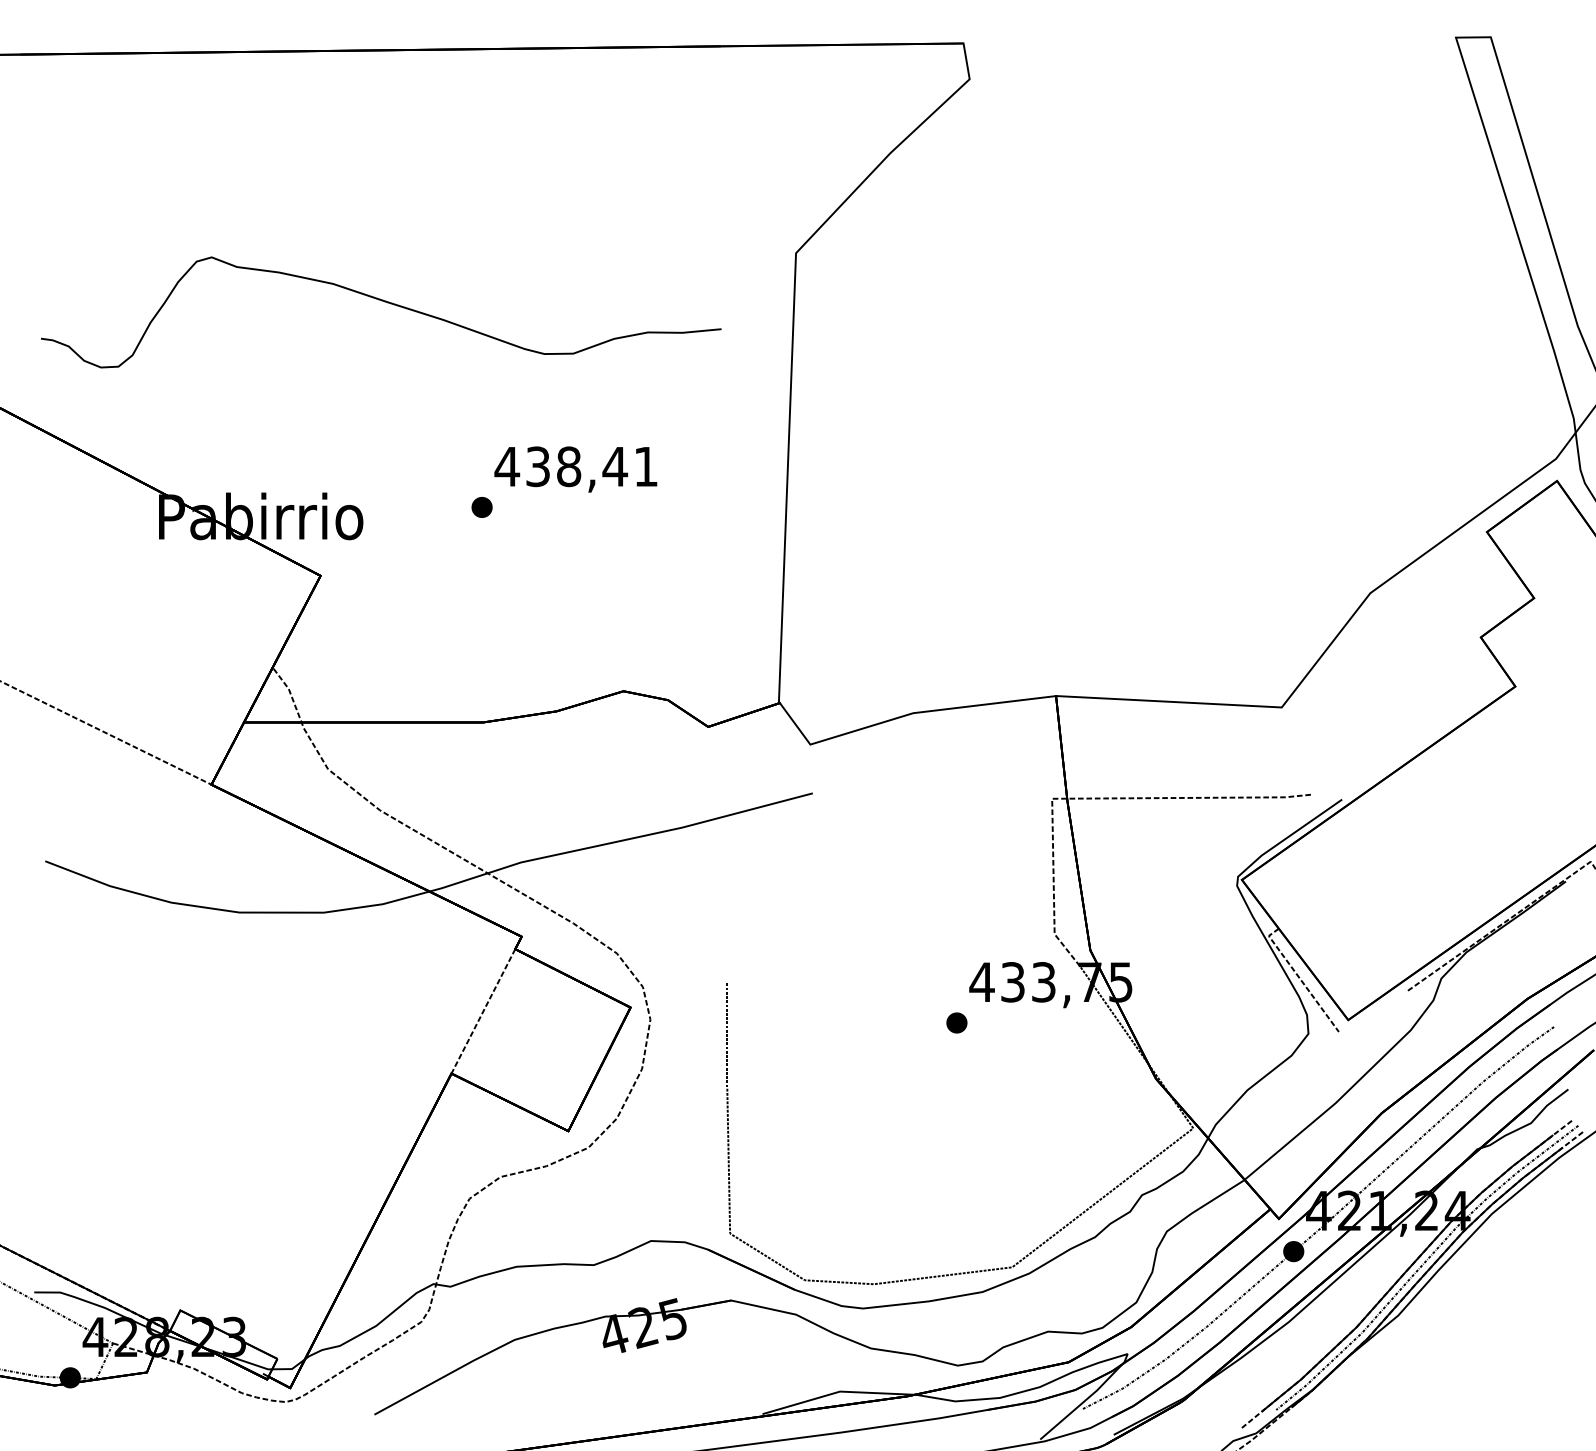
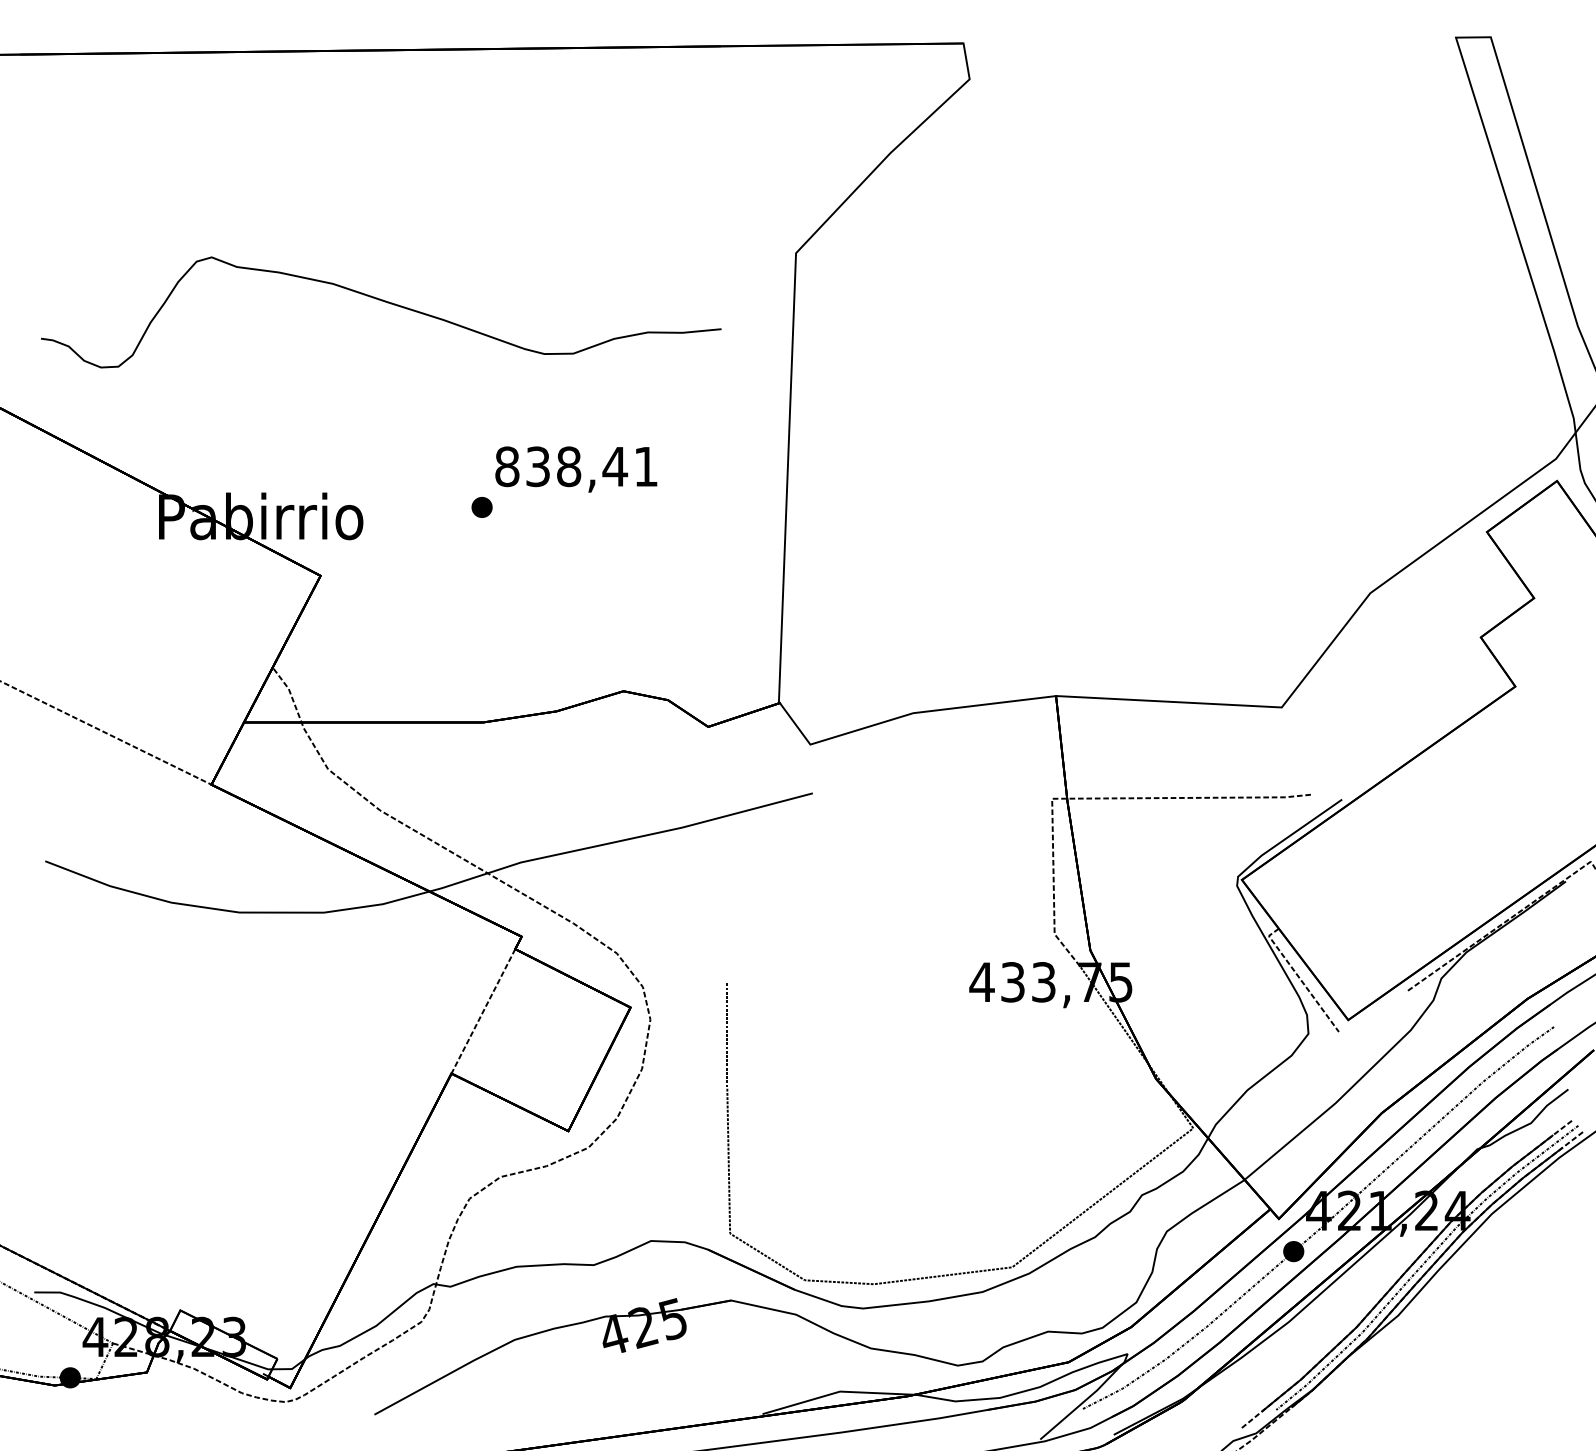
text at (507, 466): 438,41 -> 838,41
part at (956, 1022): present -> none
